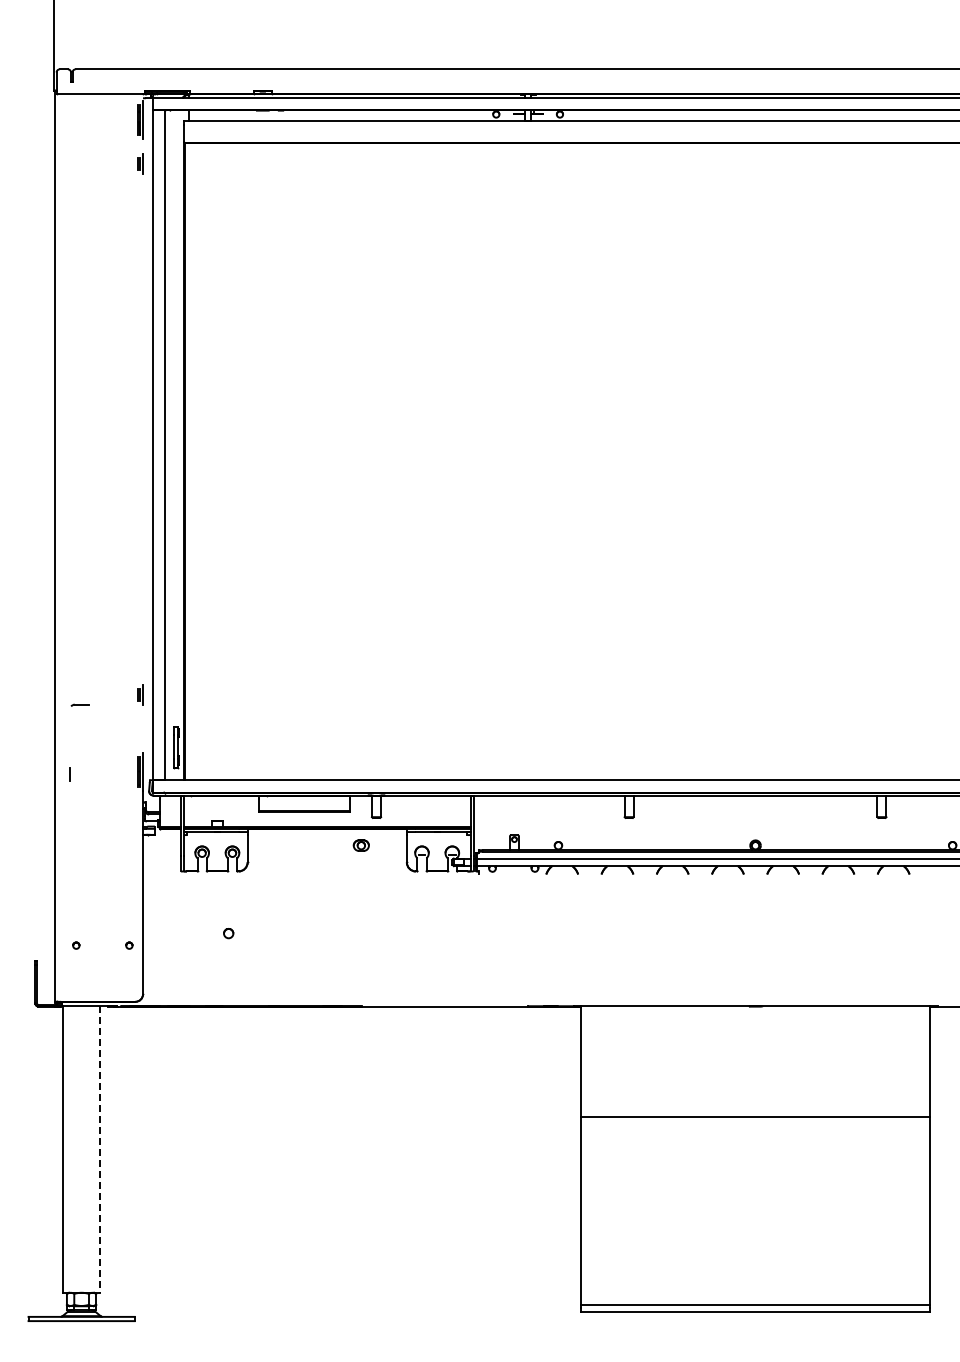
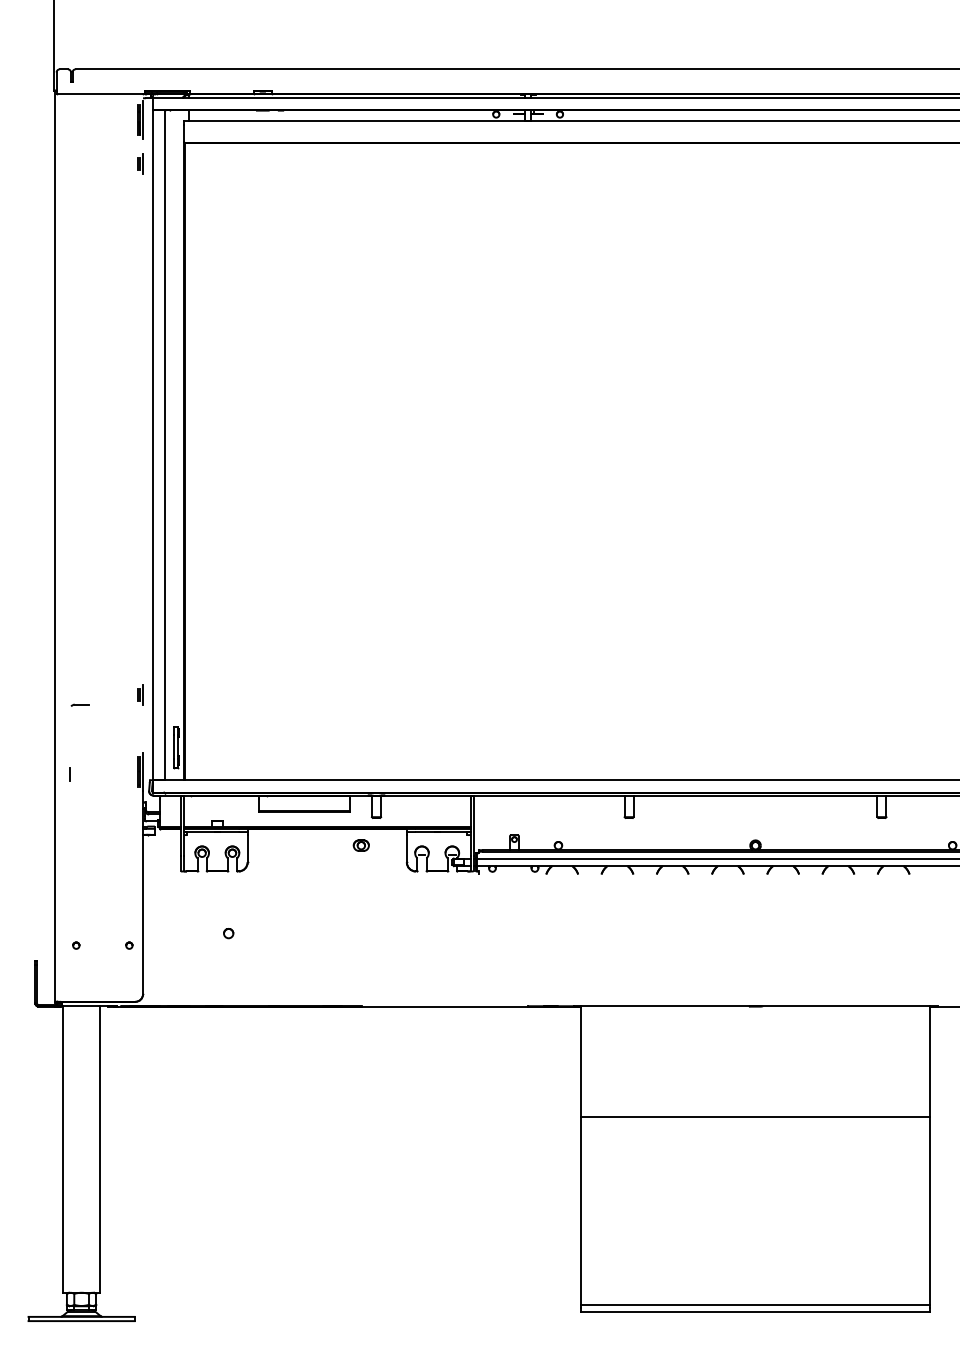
line at (99, 1150): dashed -> solid
